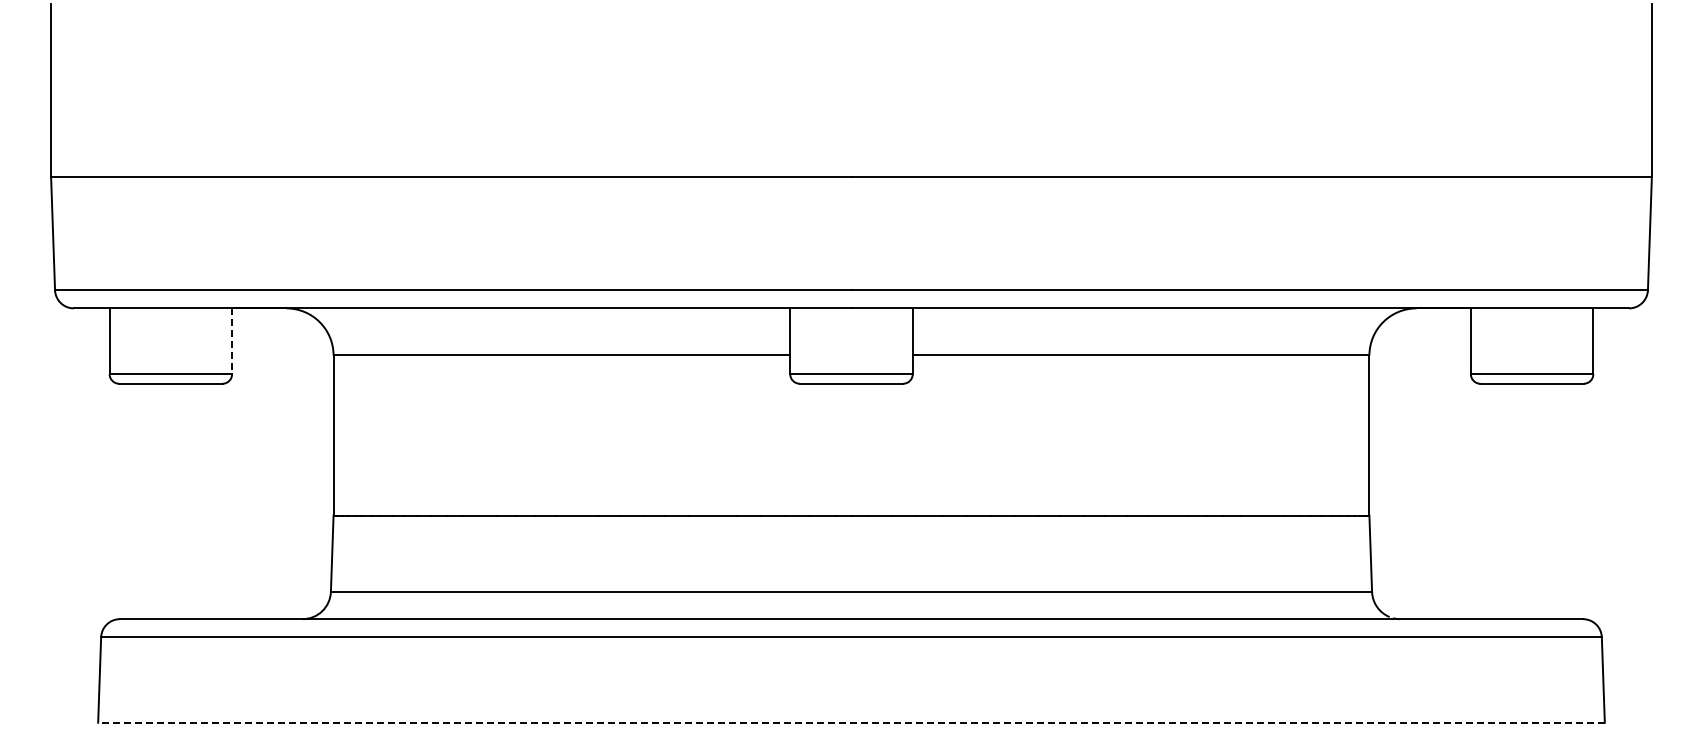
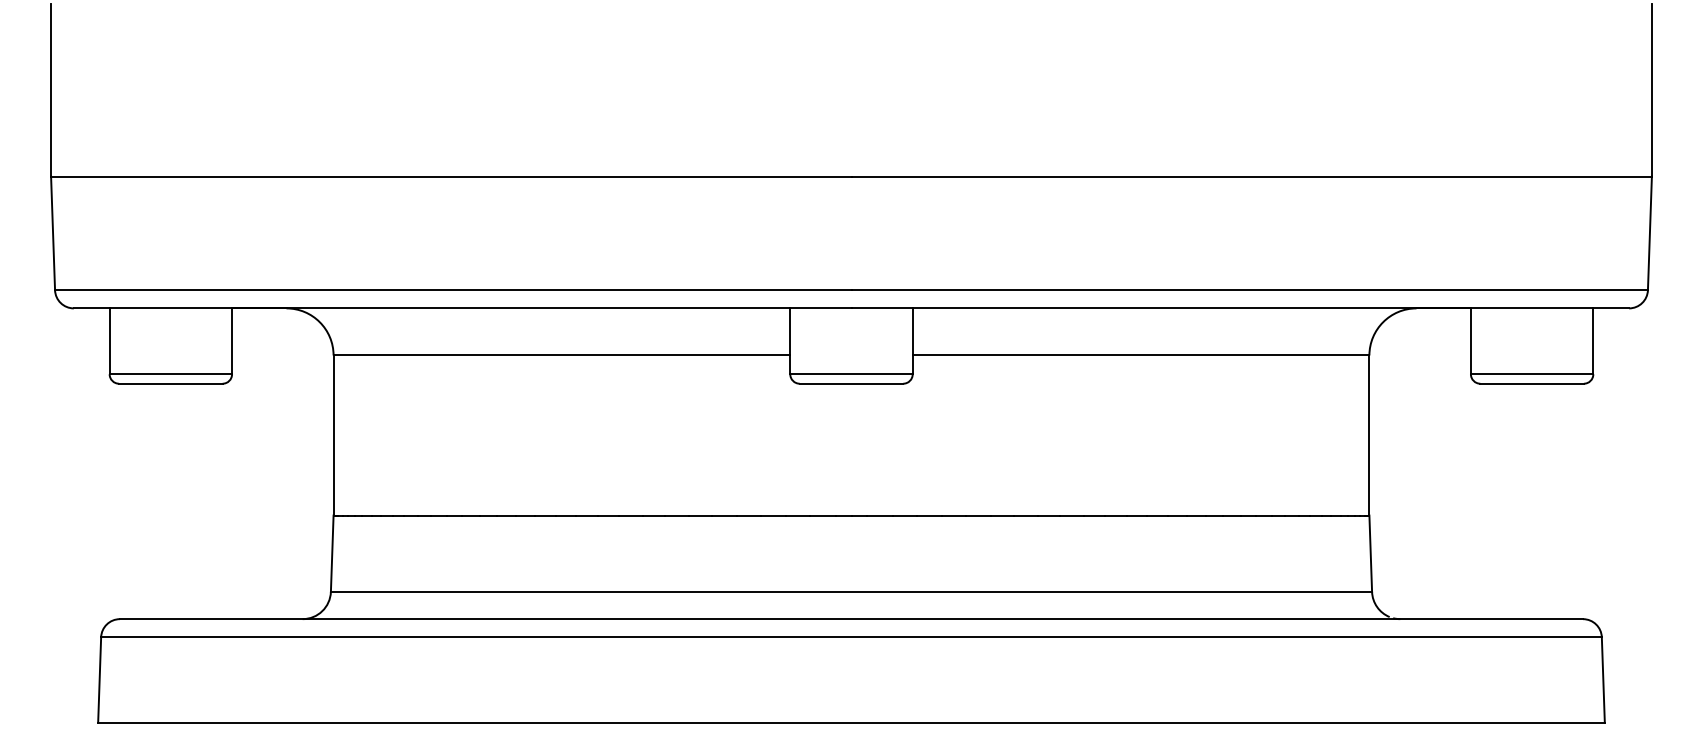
line at (232, 341): dashed -> solid
line at (851, 722): dashed -> solid
